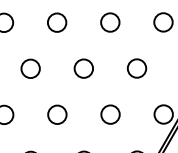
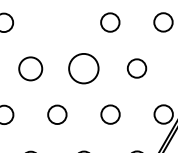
circle at (57, 22): present -> none
circle at (30, 68) size: 21x21 px -> 26x26 px
circle at (83, 68) diameter: 18 px -> 29 px
